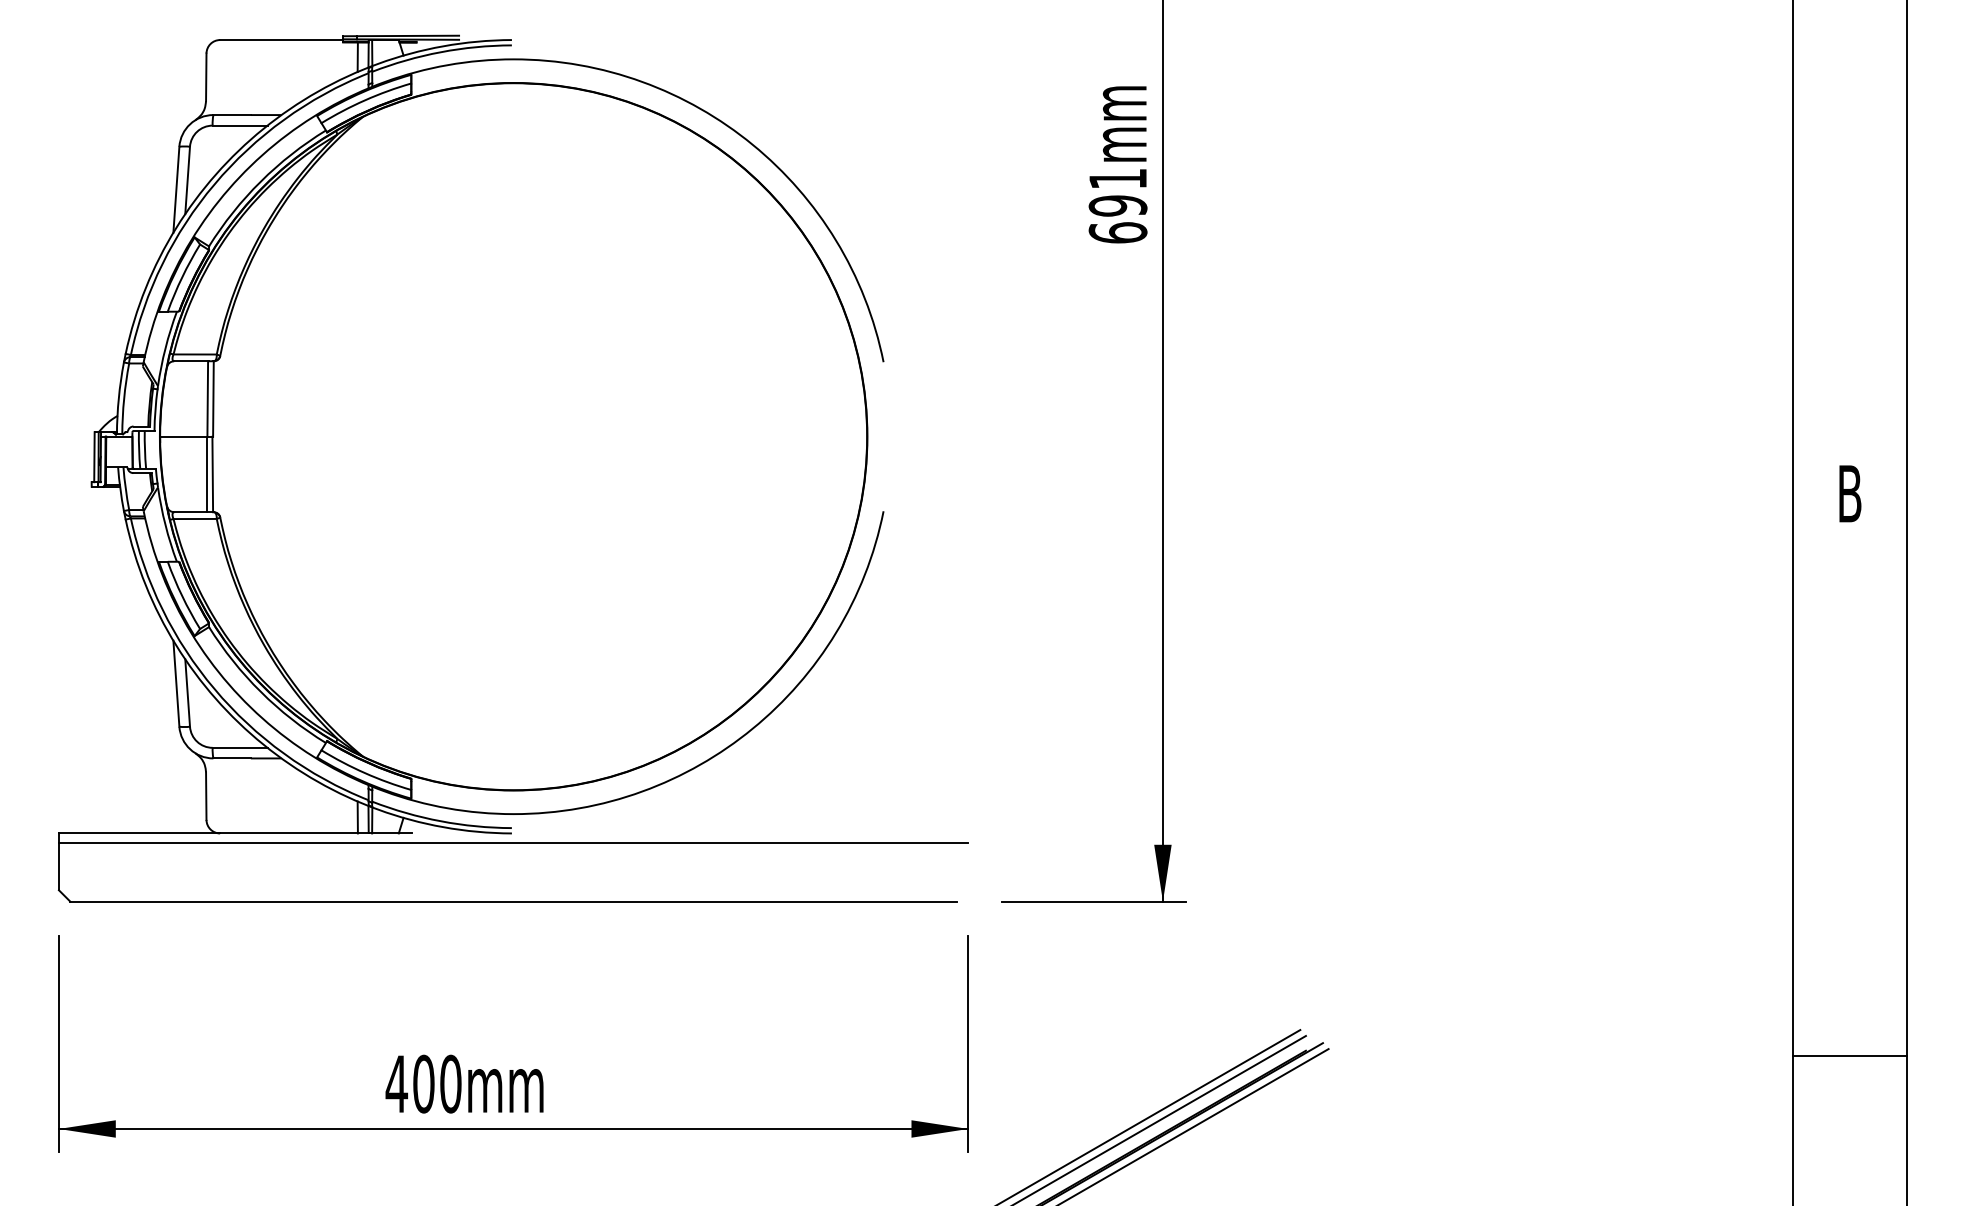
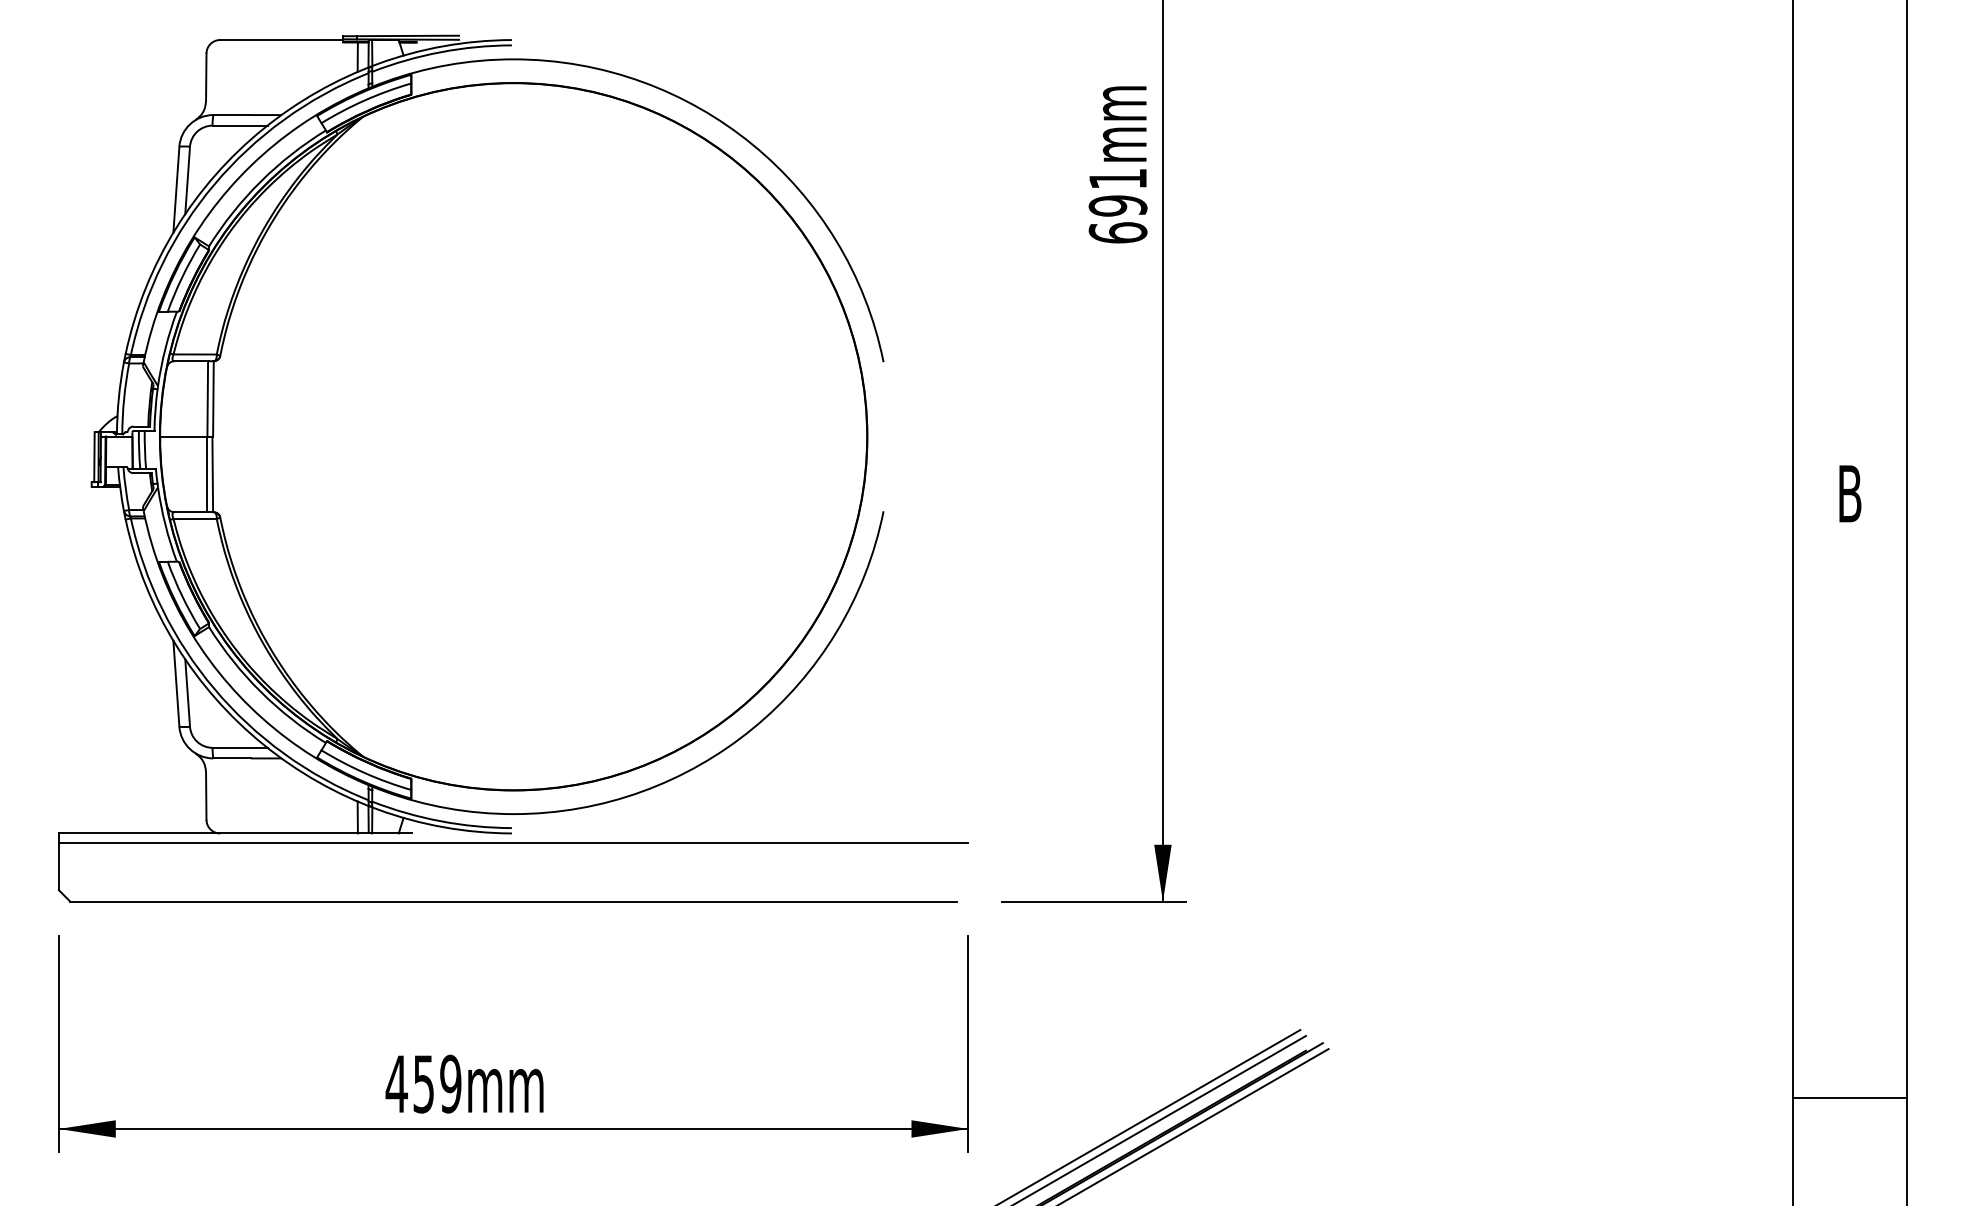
line at (1850, 1055) position: (1850, 1055) -> (1850, 1097)
text at (437, 1083): 400mm -> 459mm
